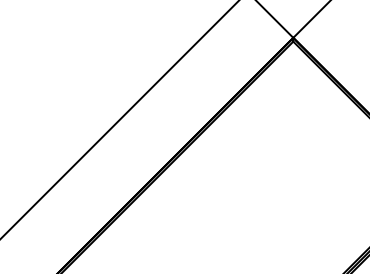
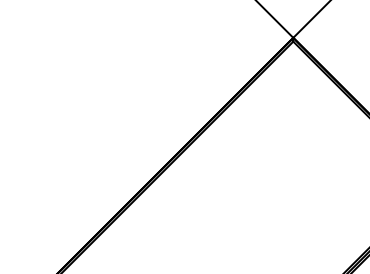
line at (119, 119): present -> none
